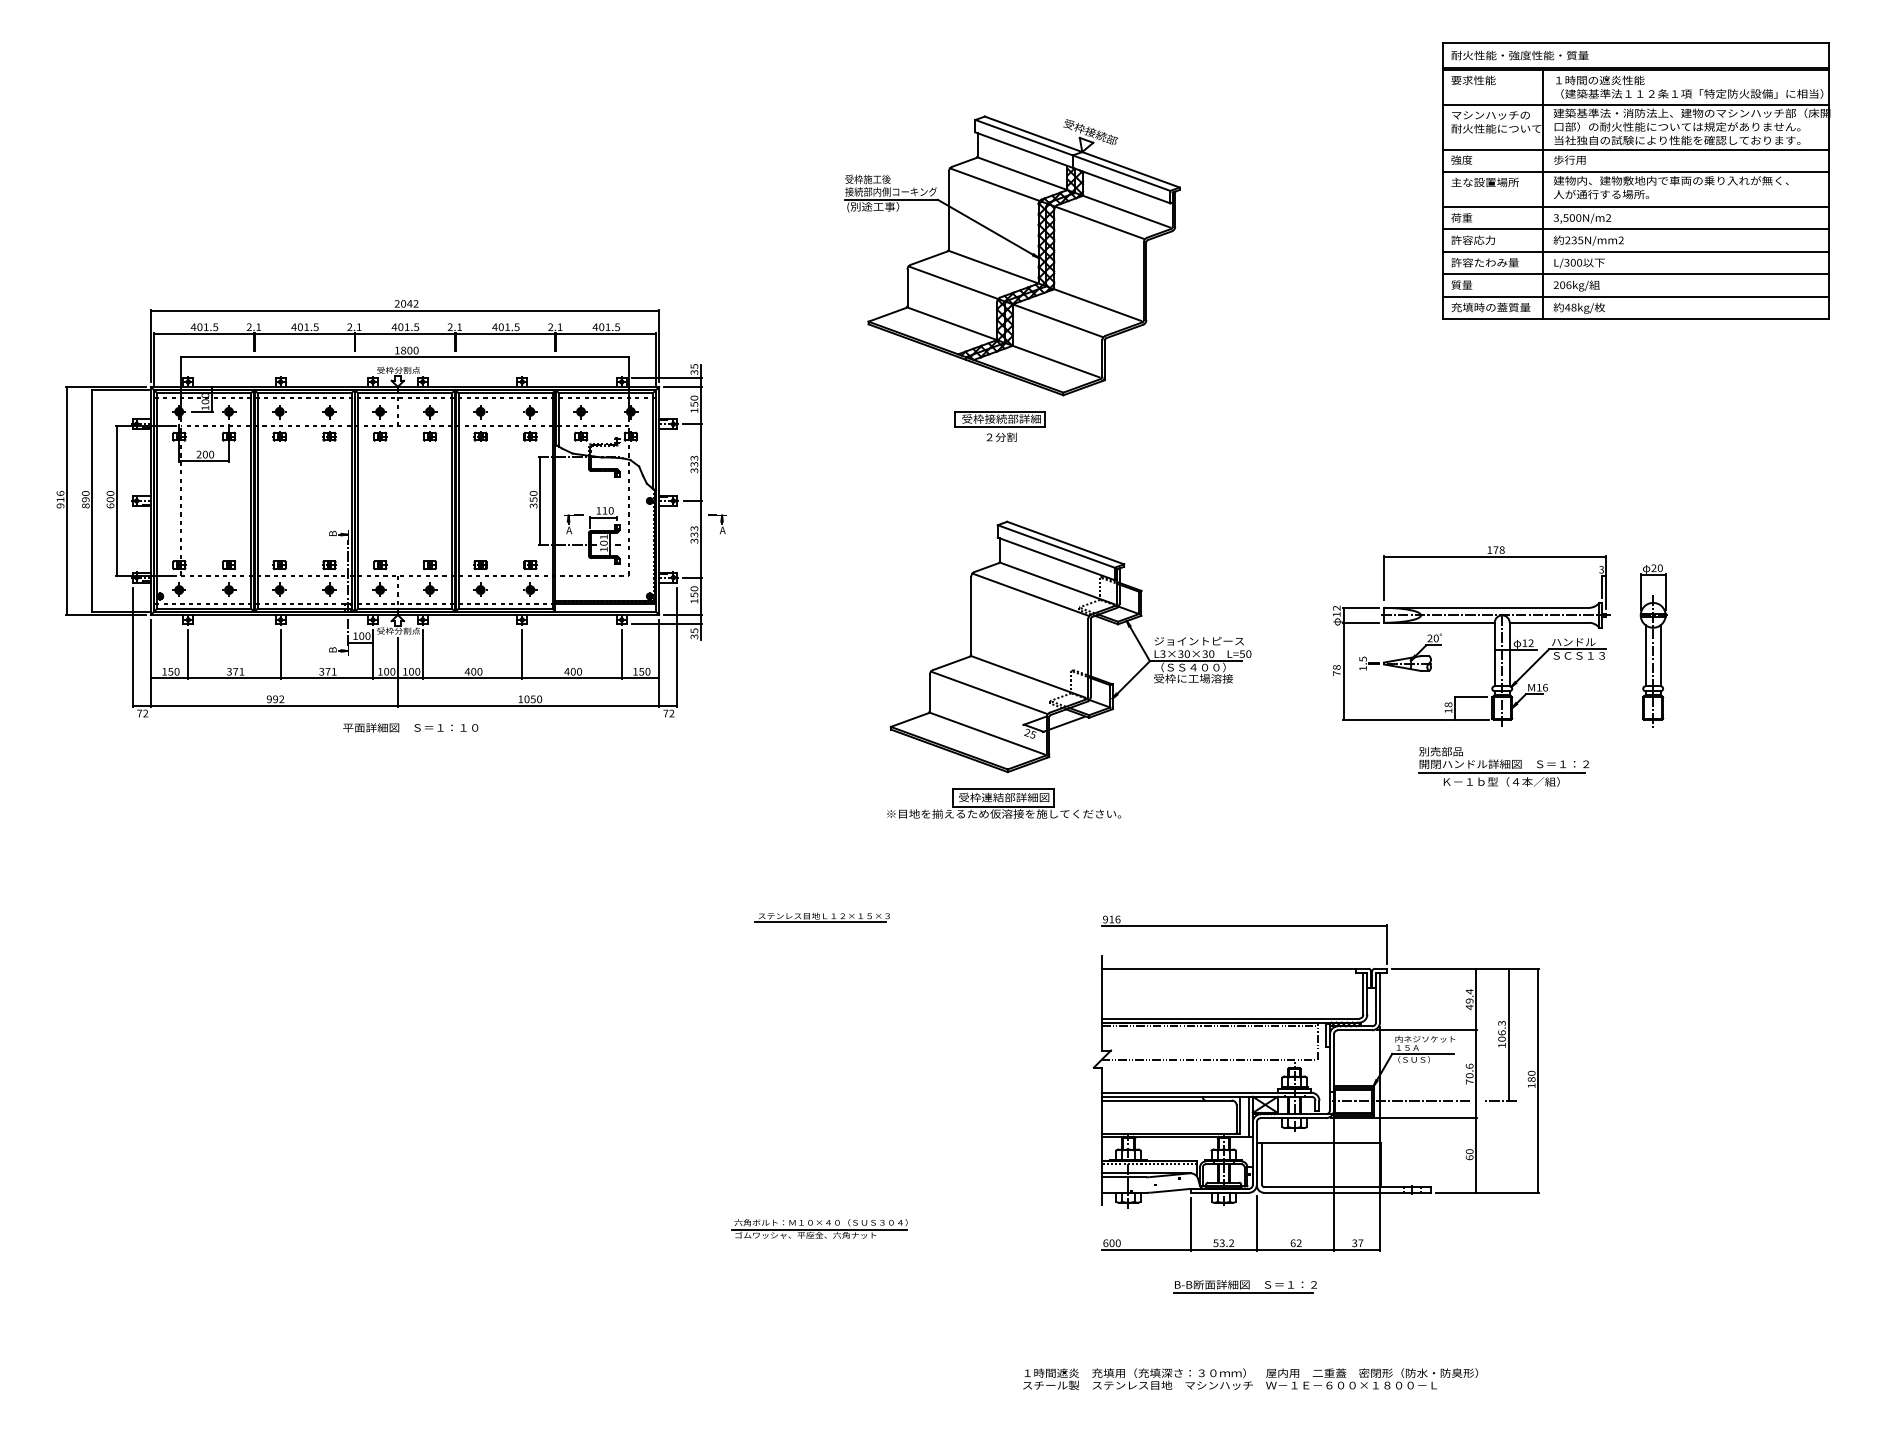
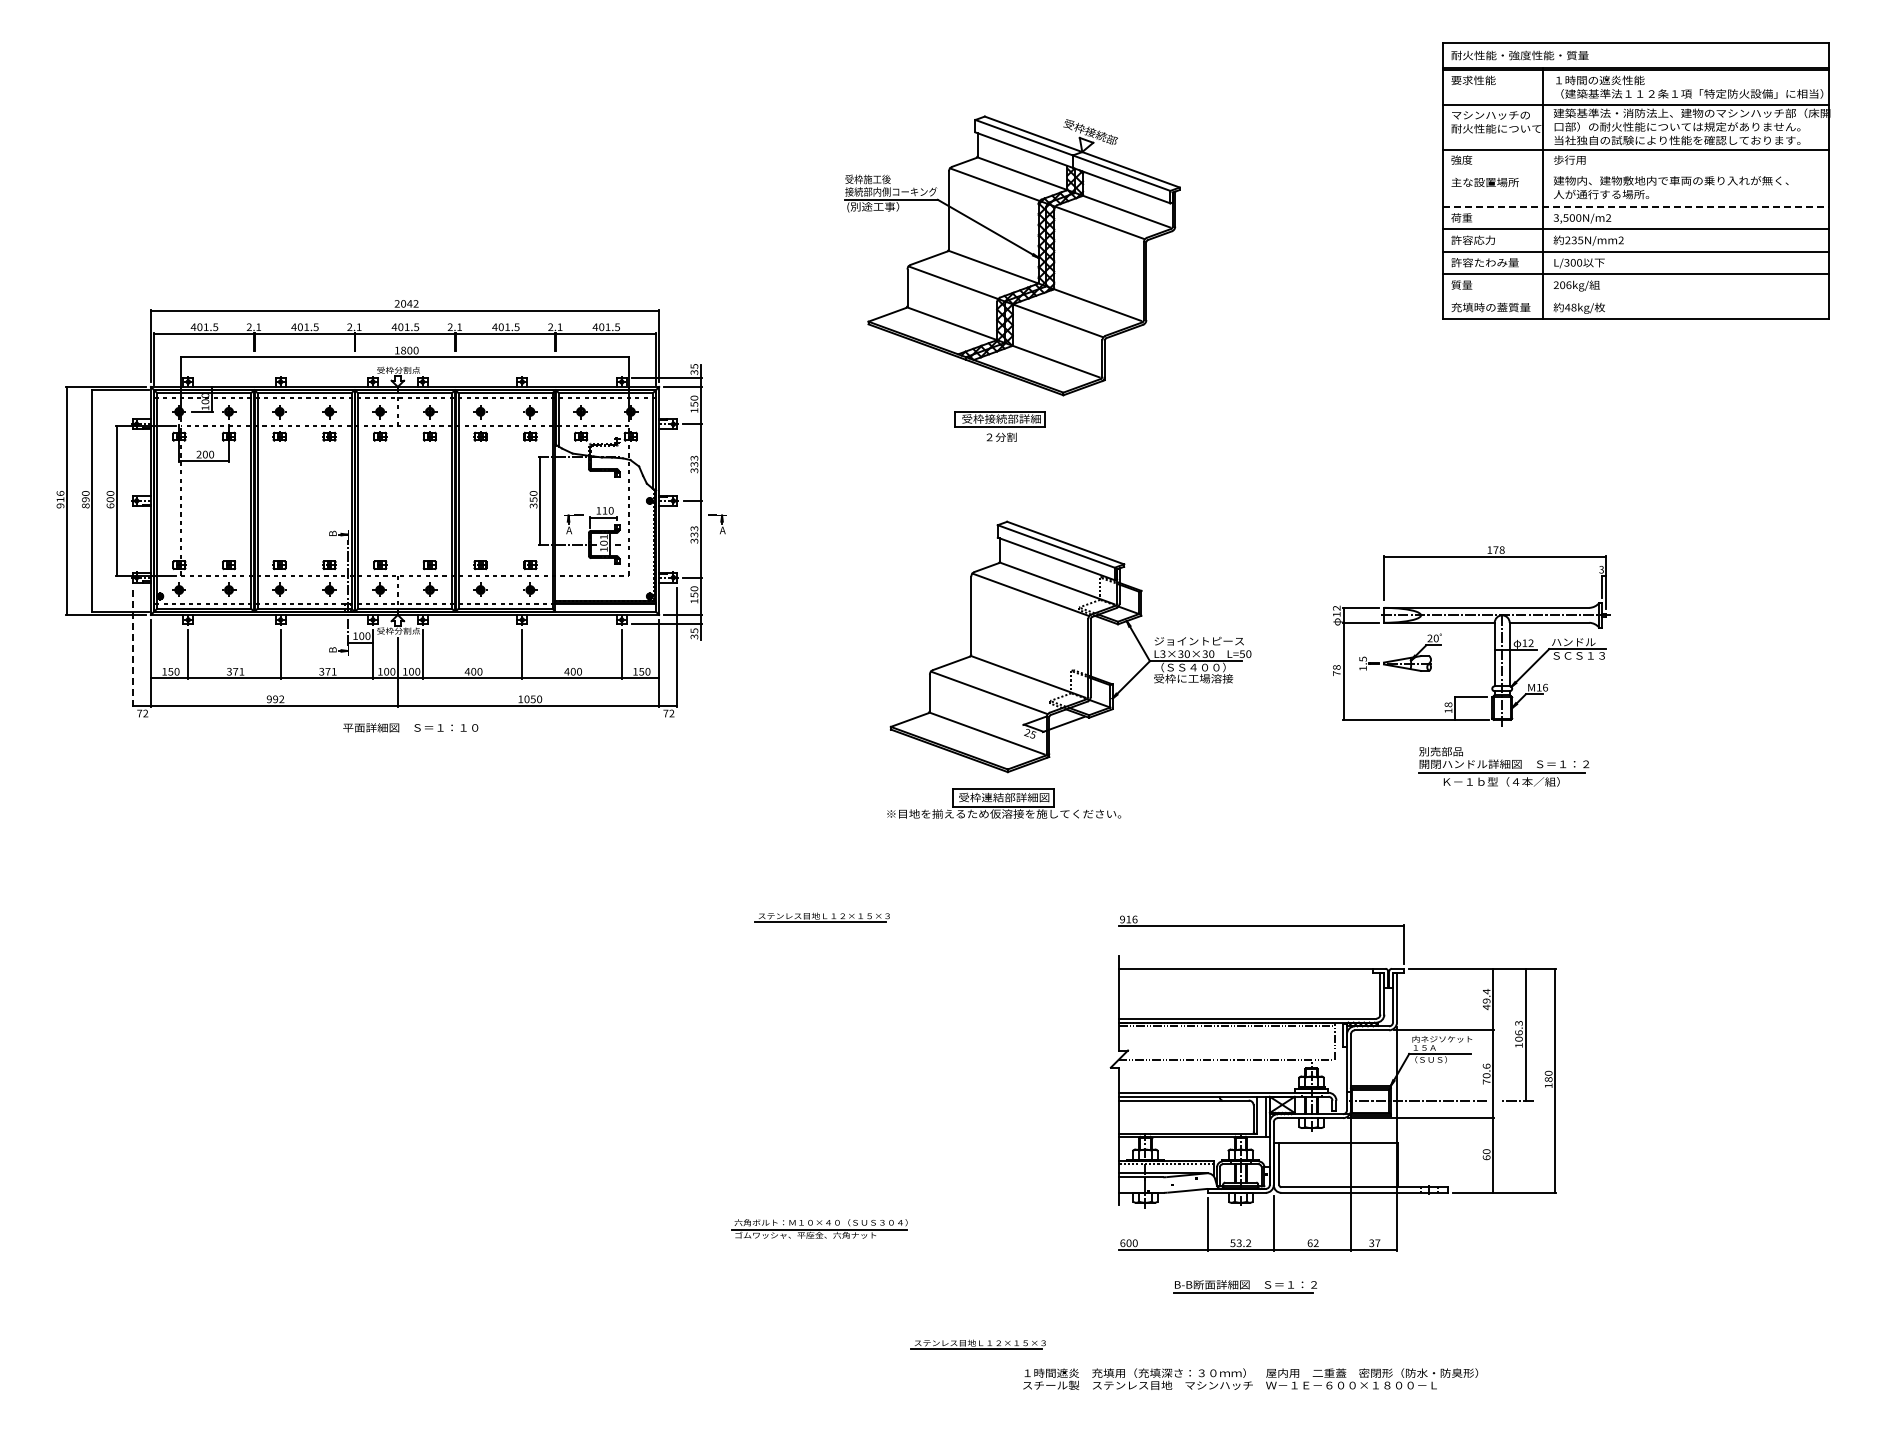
line at (1636, 172): present -> none
line at (1636, 207): solid -> dashed
line at (1636, 296): present -> none
part at (1653, 645): present -> none
line at (132, 647): solid -> dashed
part at (1315, 1083) position: (1315, 1083) -> (1332, 1083)
part at (977, 1344): none -> present
